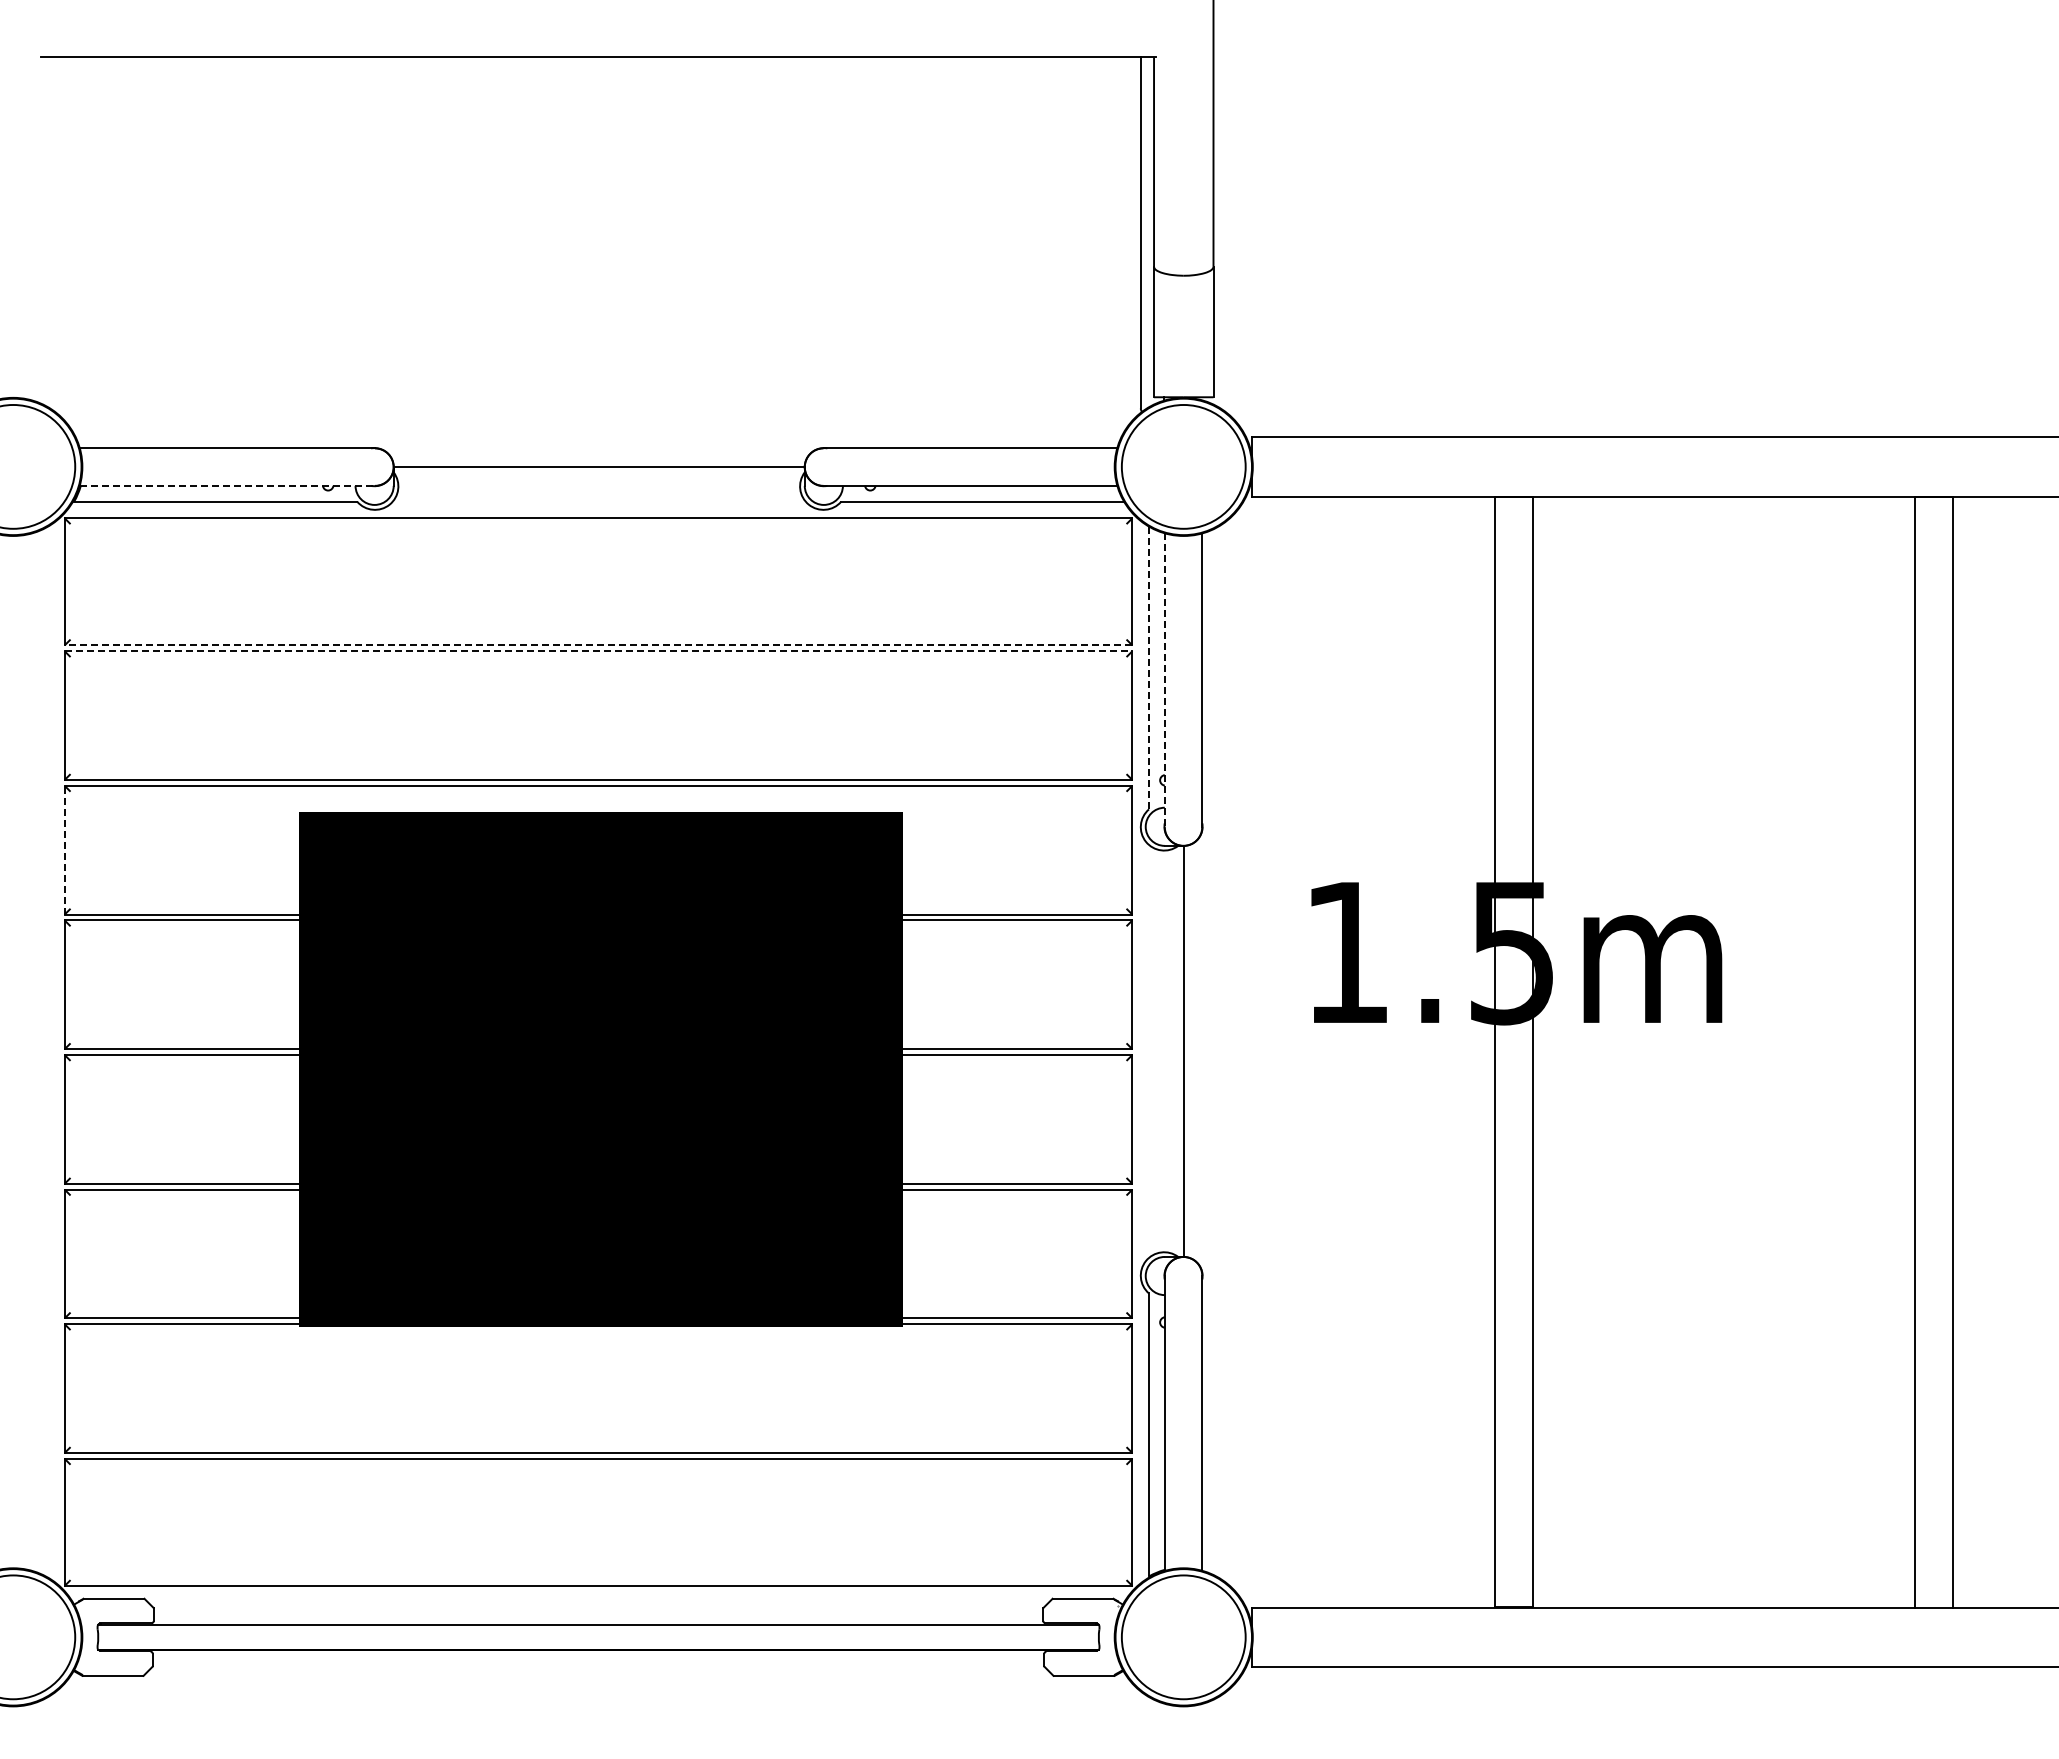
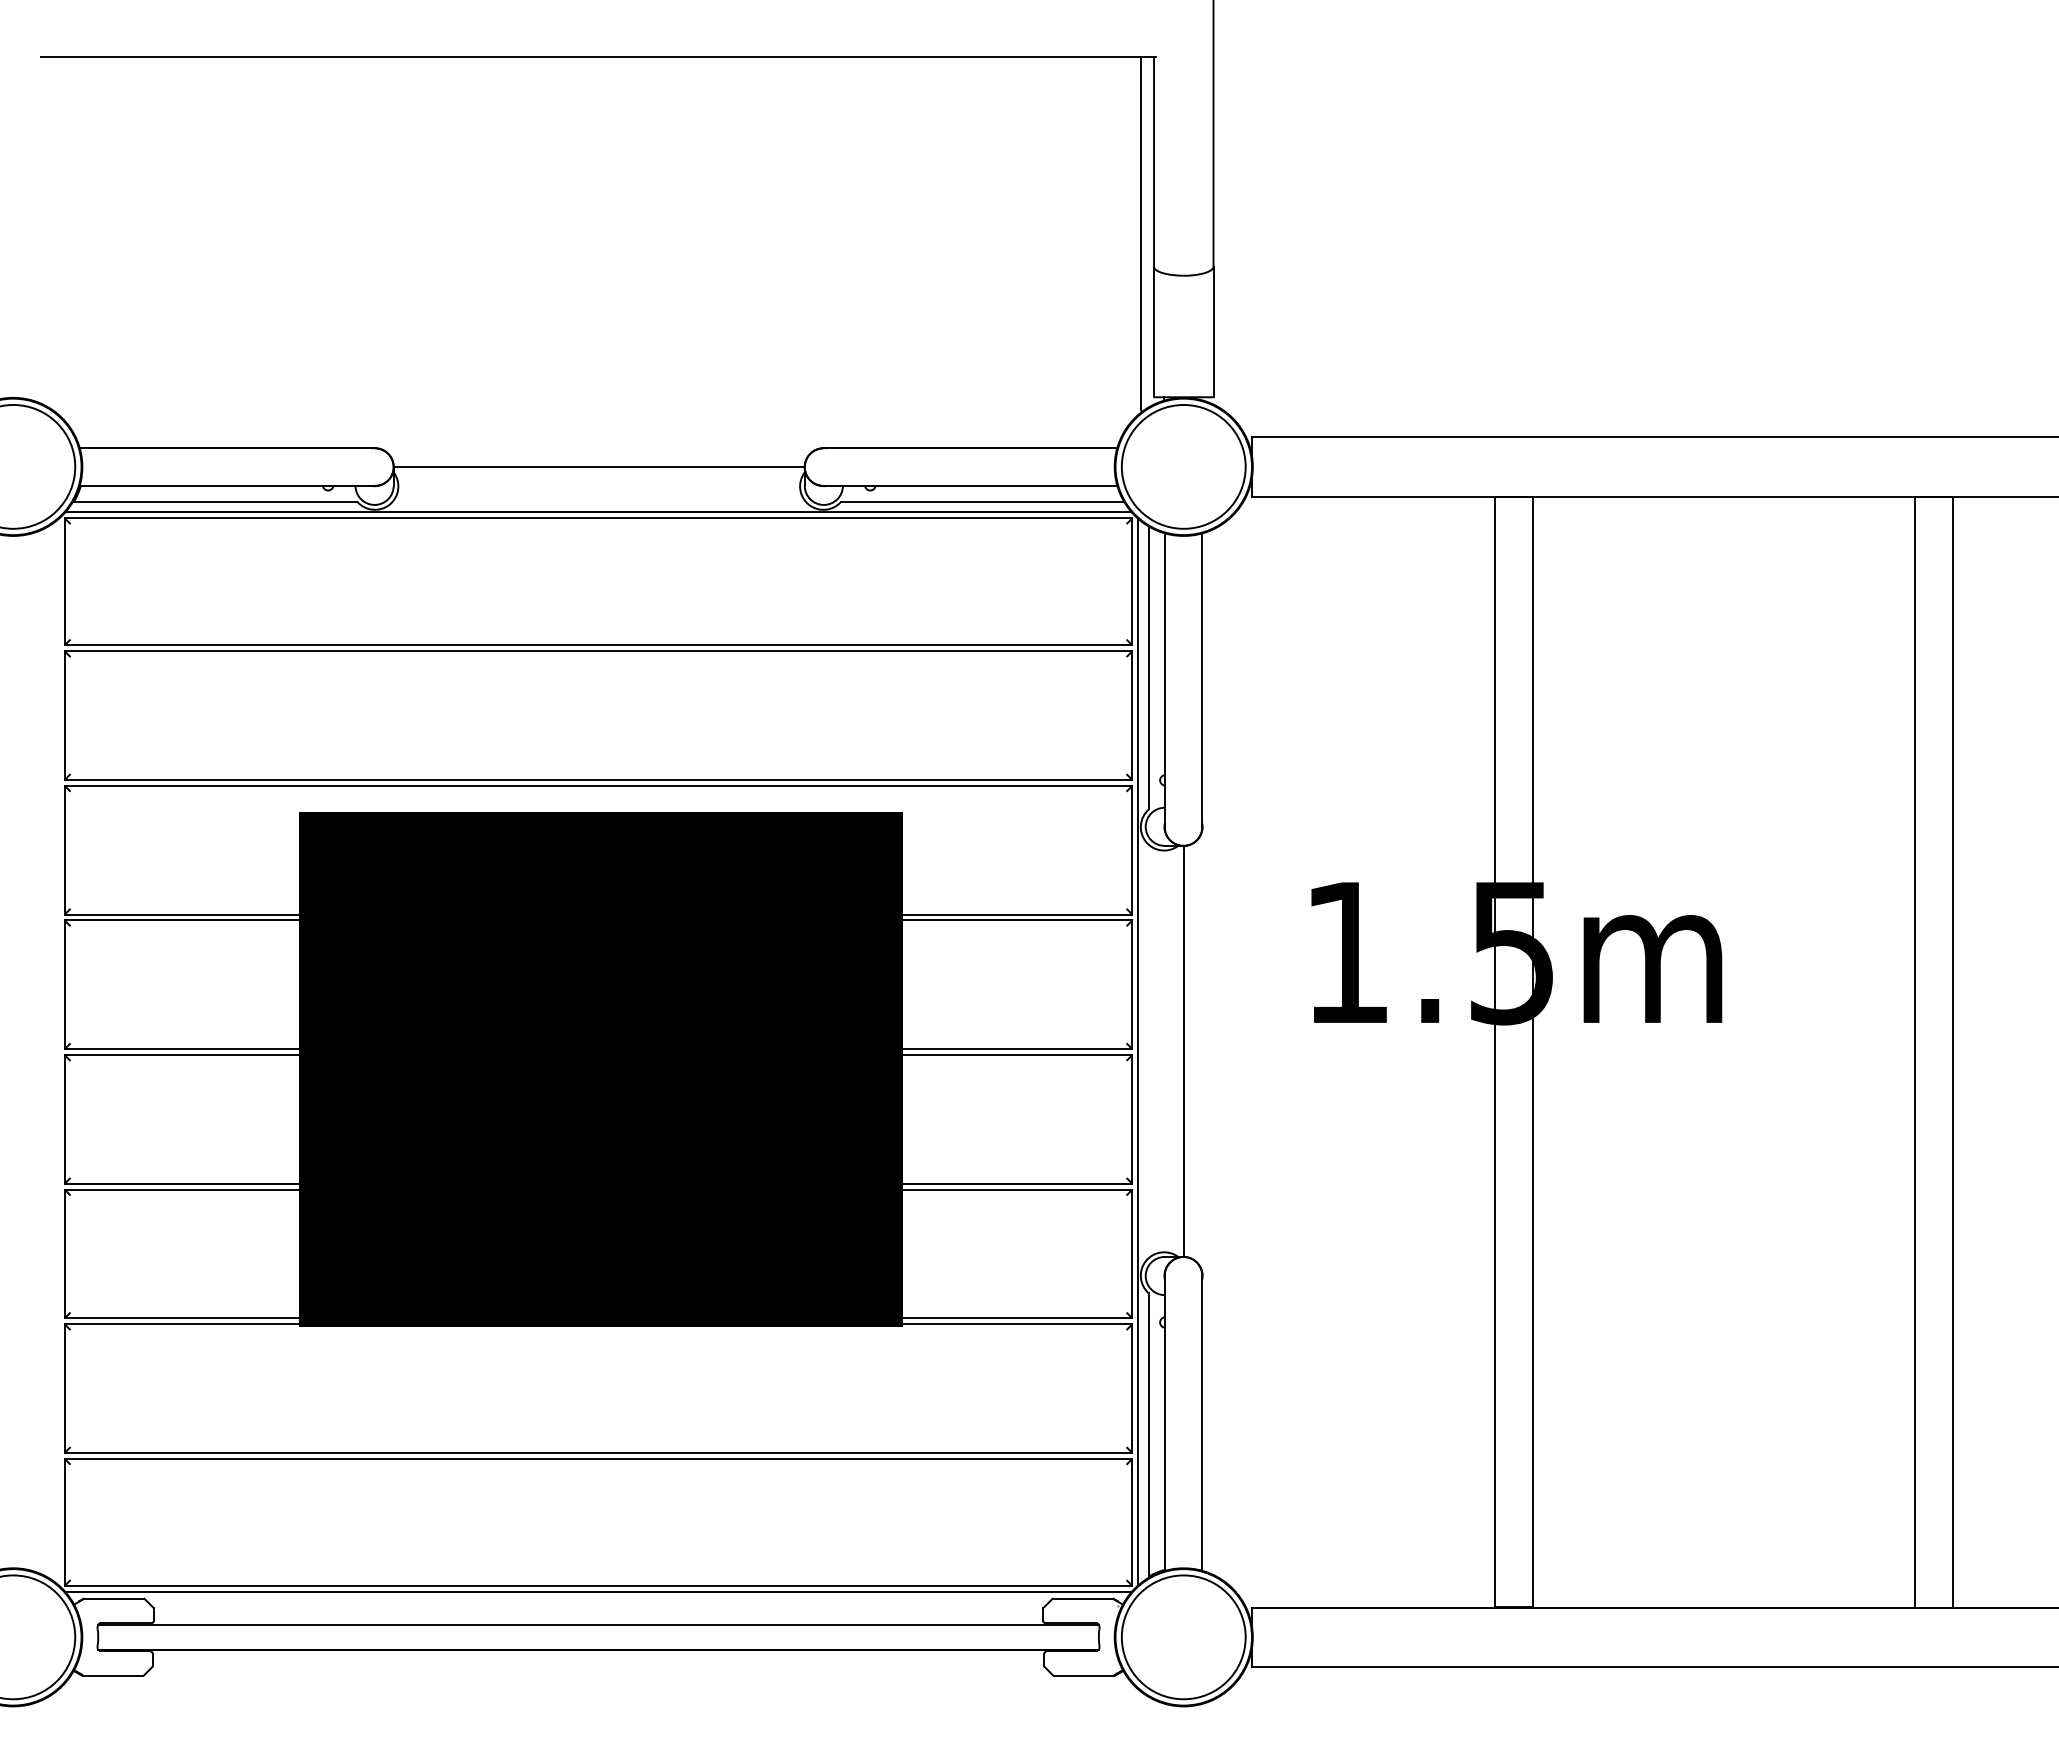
line at (227, 485): dashed -> solid
line at (598, 512): none -> present
line at (598, 645): dashed -> solid
line at (598, 651): dashed -> solid
line at (1149, 668): dashed -> solid
line at (1164, 680): dashed -> solid
line at (64, 849): dashed -> solid
line at (1138, 1051): none -> present
line at (598, 1591): none -> present
